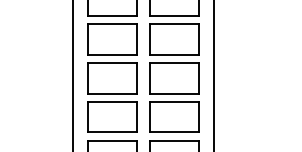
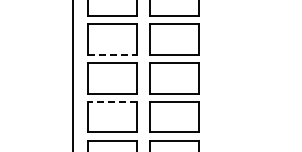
line at (112, 54): solid -> dashed
line at (214, 75): present -> none
line at (112, 101): solid -> dashed
